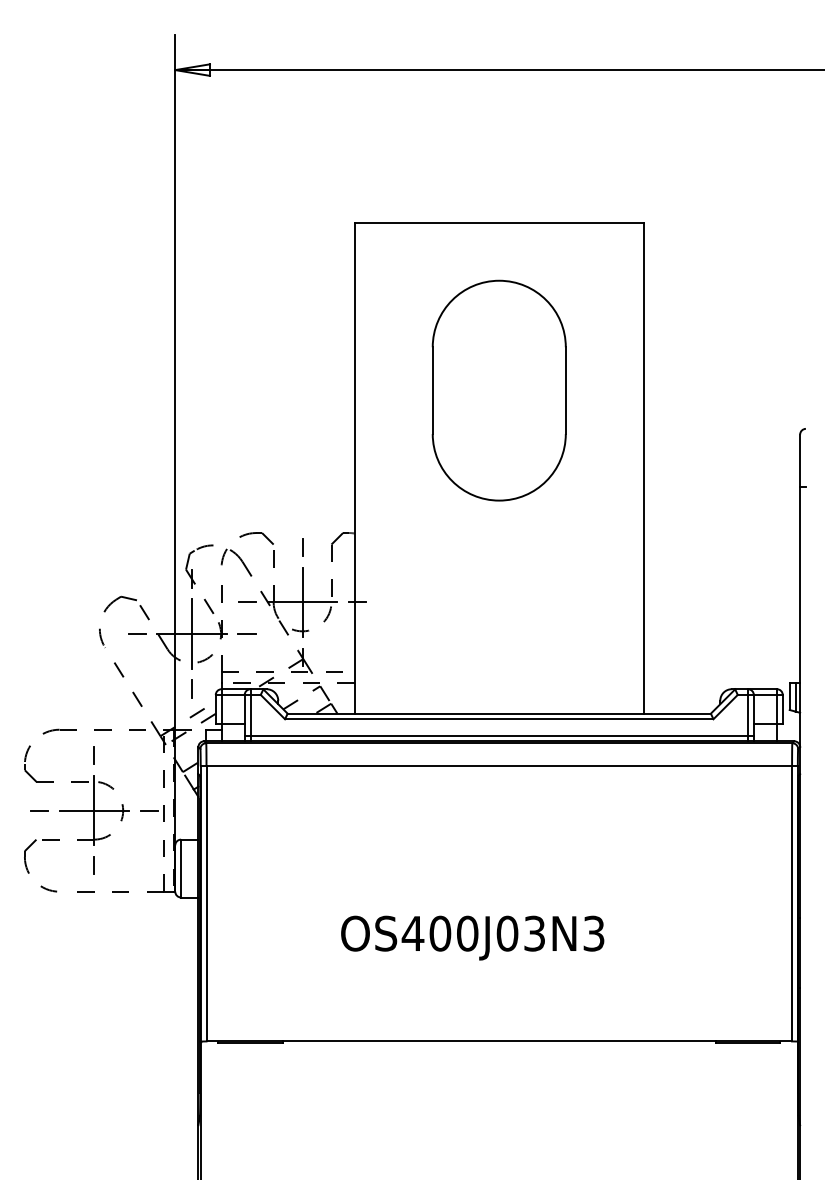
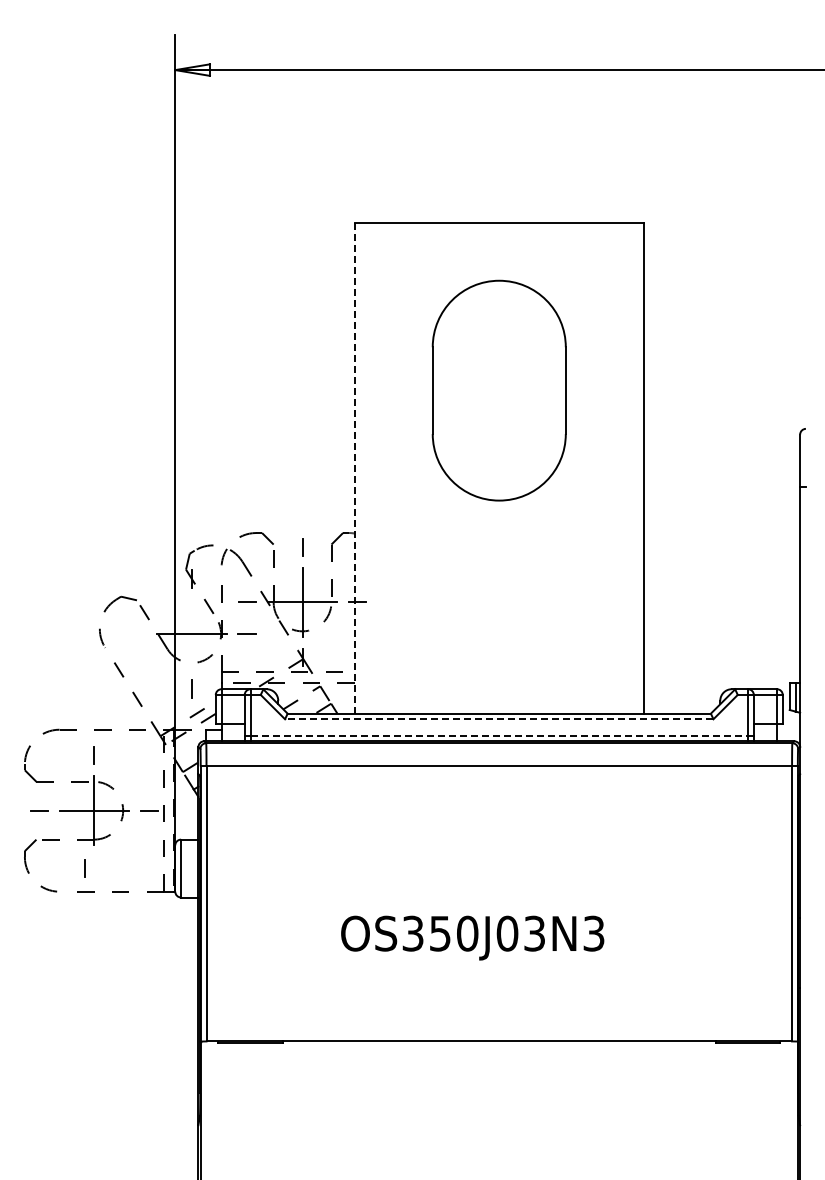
line at (354, 468): solid -> dashed
line at (137, 633): present -> none
line at (192, 633): present -> none
line at (498, 719): solid -> dashed
line at (499, 735): solid -> dashed
line at (93, 865) position: (93, 865) -> (84, 868)
text at (426, 933): OS400J03N3 -> OS350J03N3
